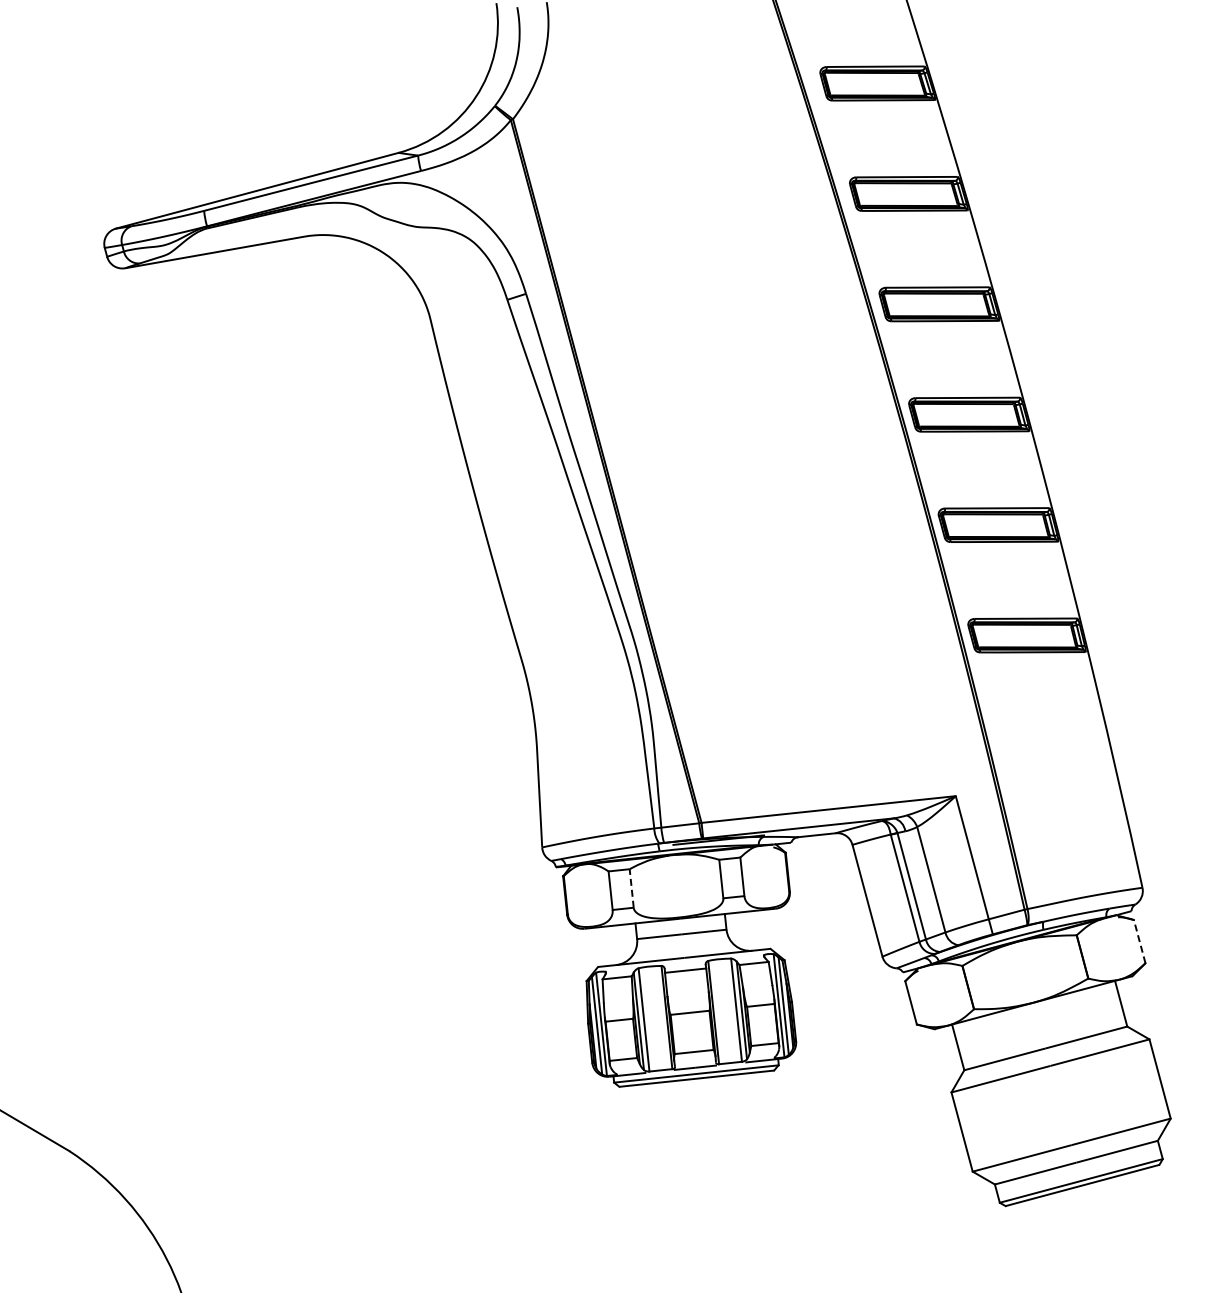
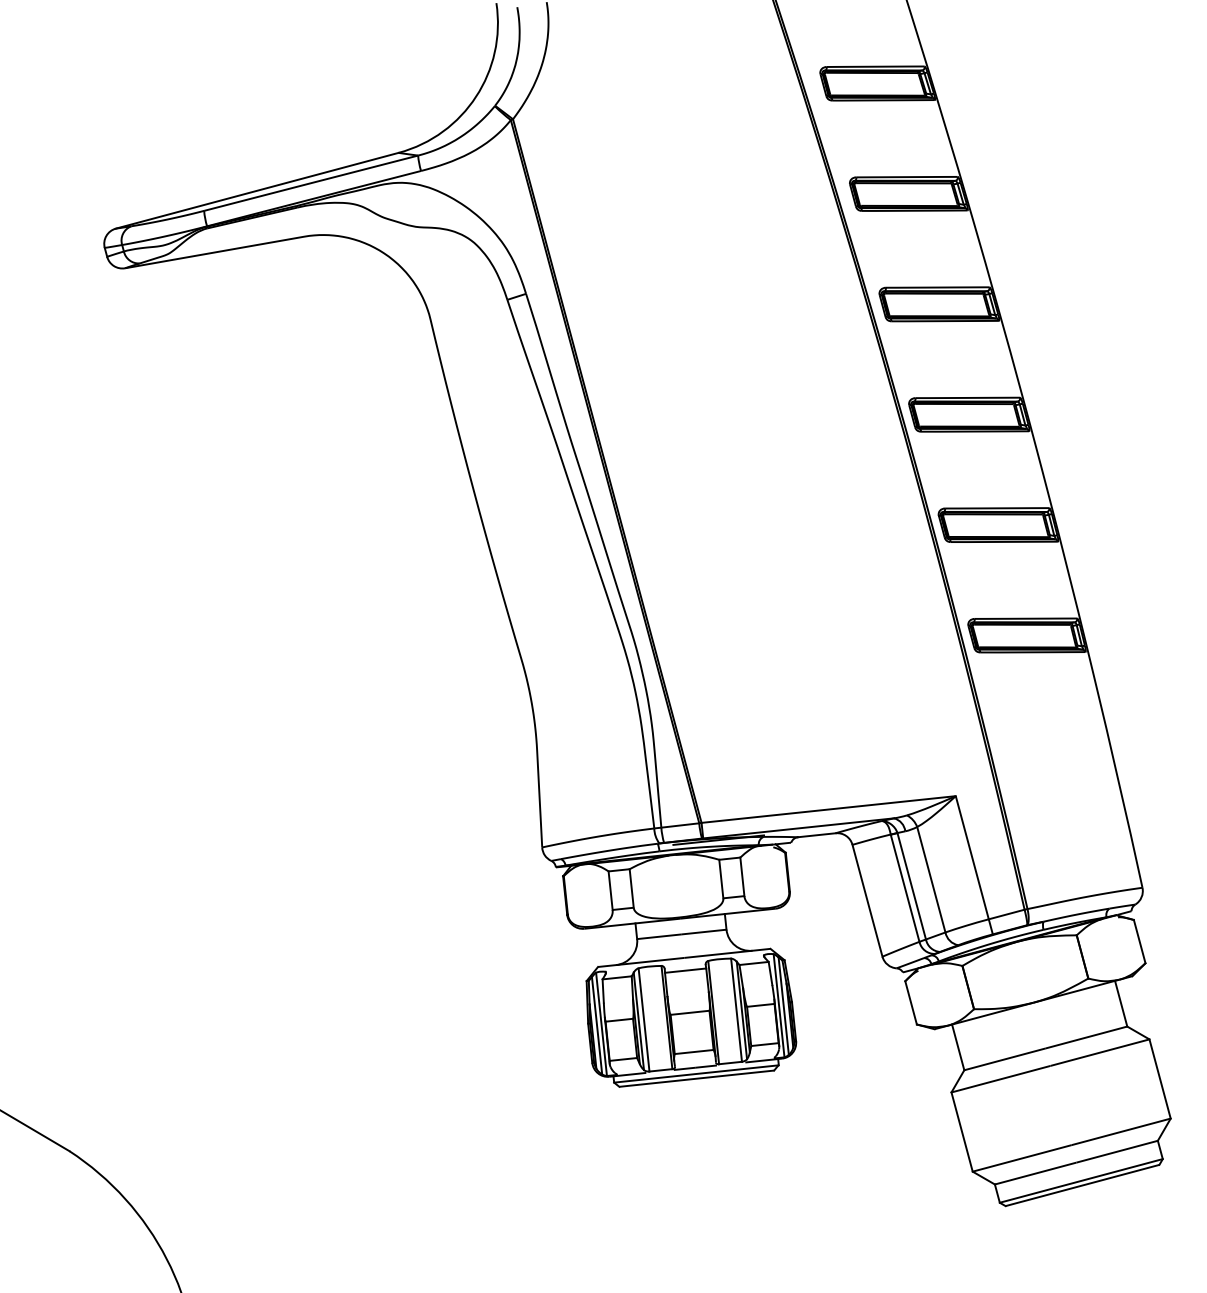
line at (631, 887): dashed -> solid
line at (1139, 941): dashed -> solid
